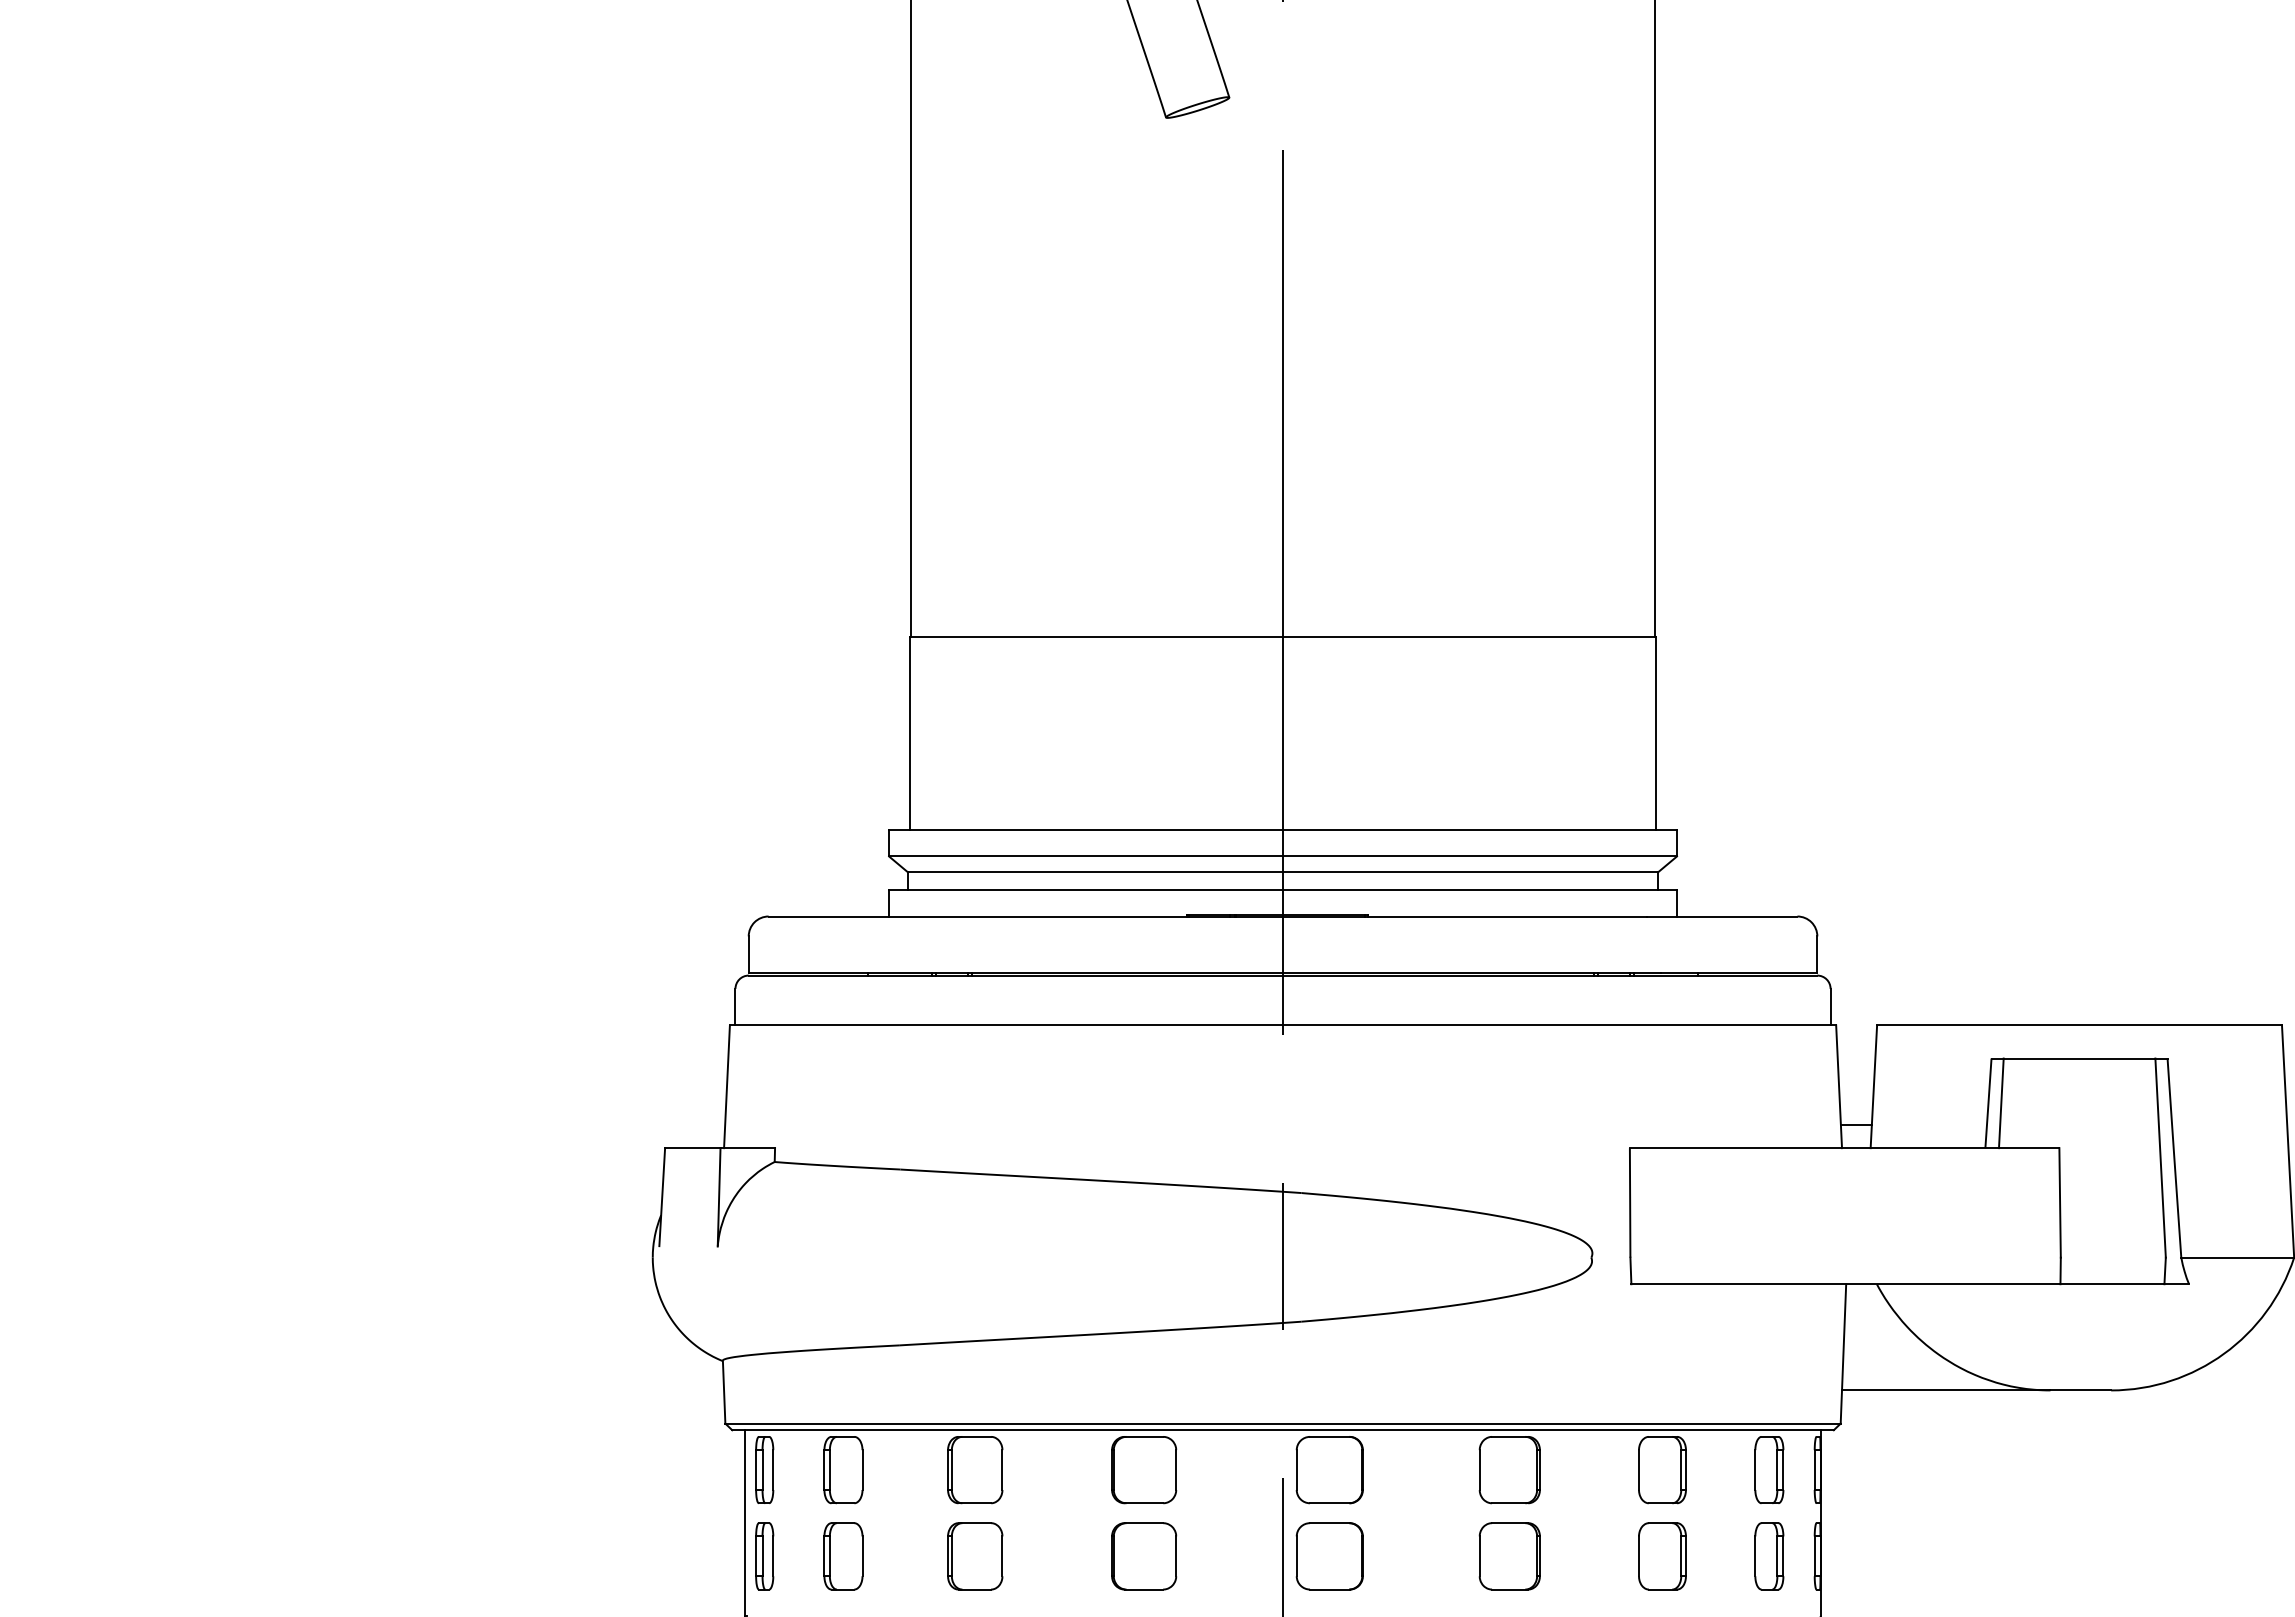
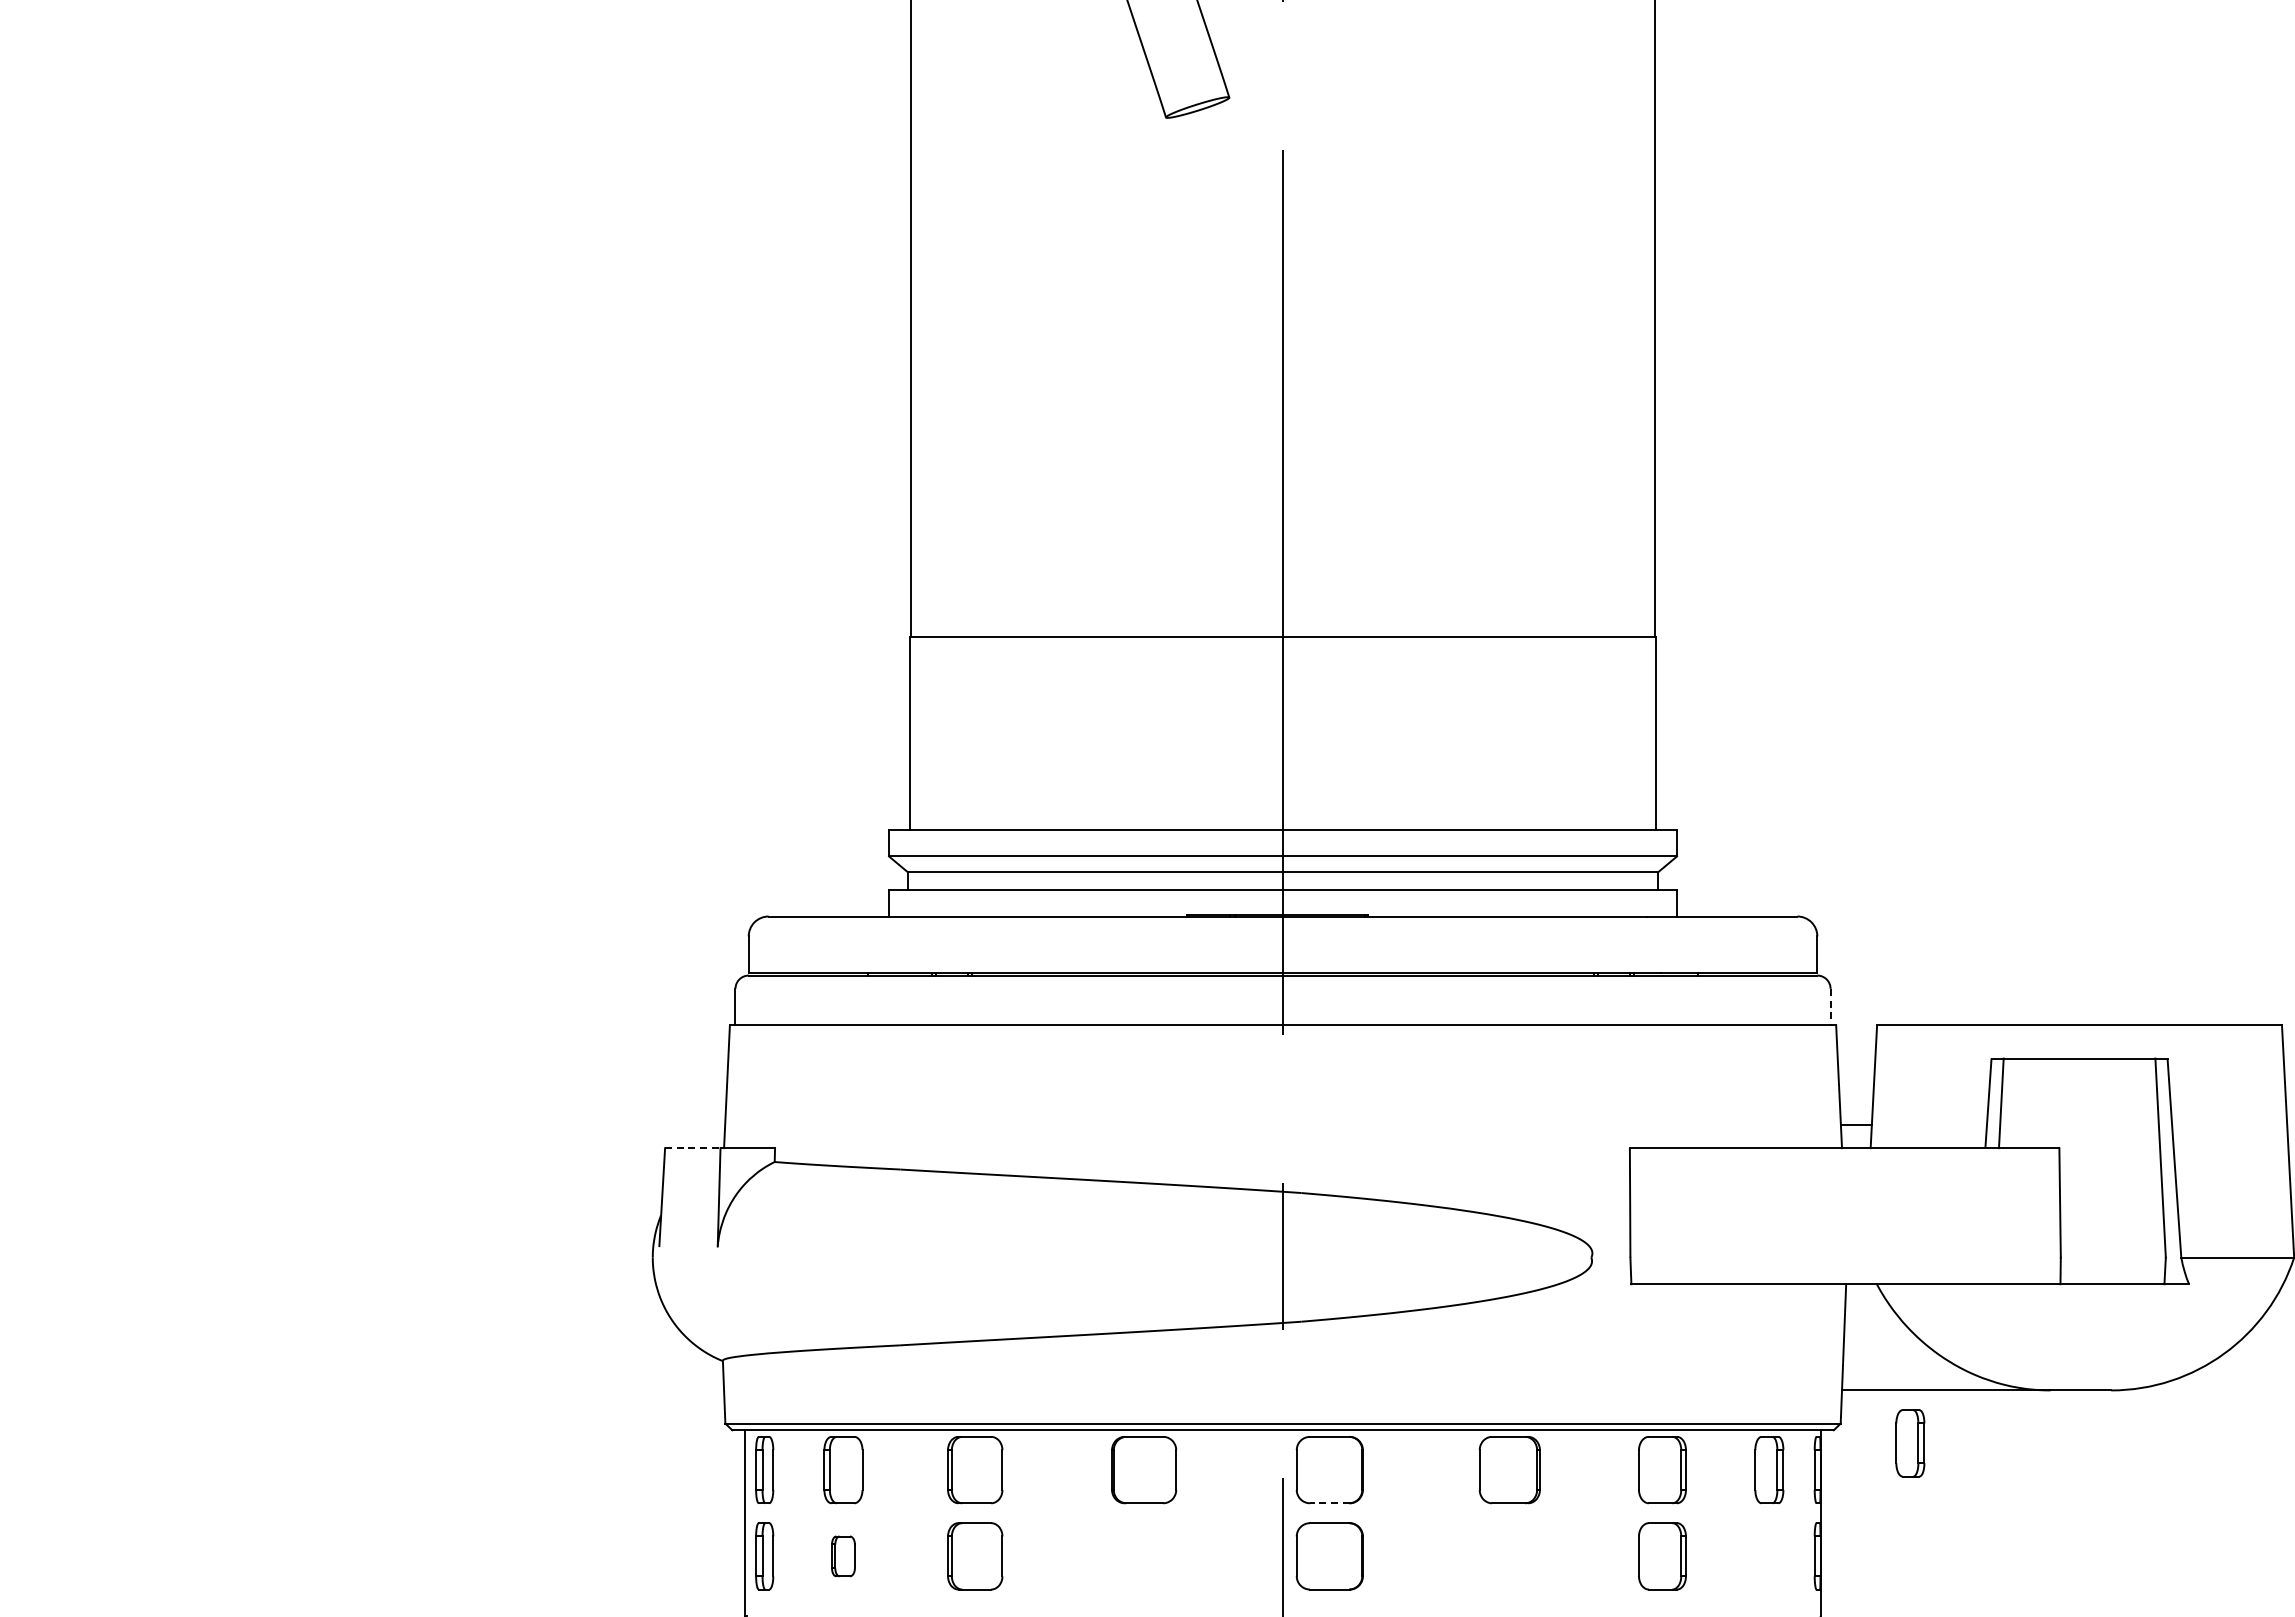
line at (1830, 1007): solid -> dashed
line at (692, 1148): solid -> dashed
line at (1329, 1503): solid -> dashed
part at (843, 1556) size: 41x69 px -> 25x43 px
part at (1144, 1556): present -> none
part at (1509, 1556): present -> none
part at (1769, 1556) position: (1769, 1556) -> (1910, 1443)
